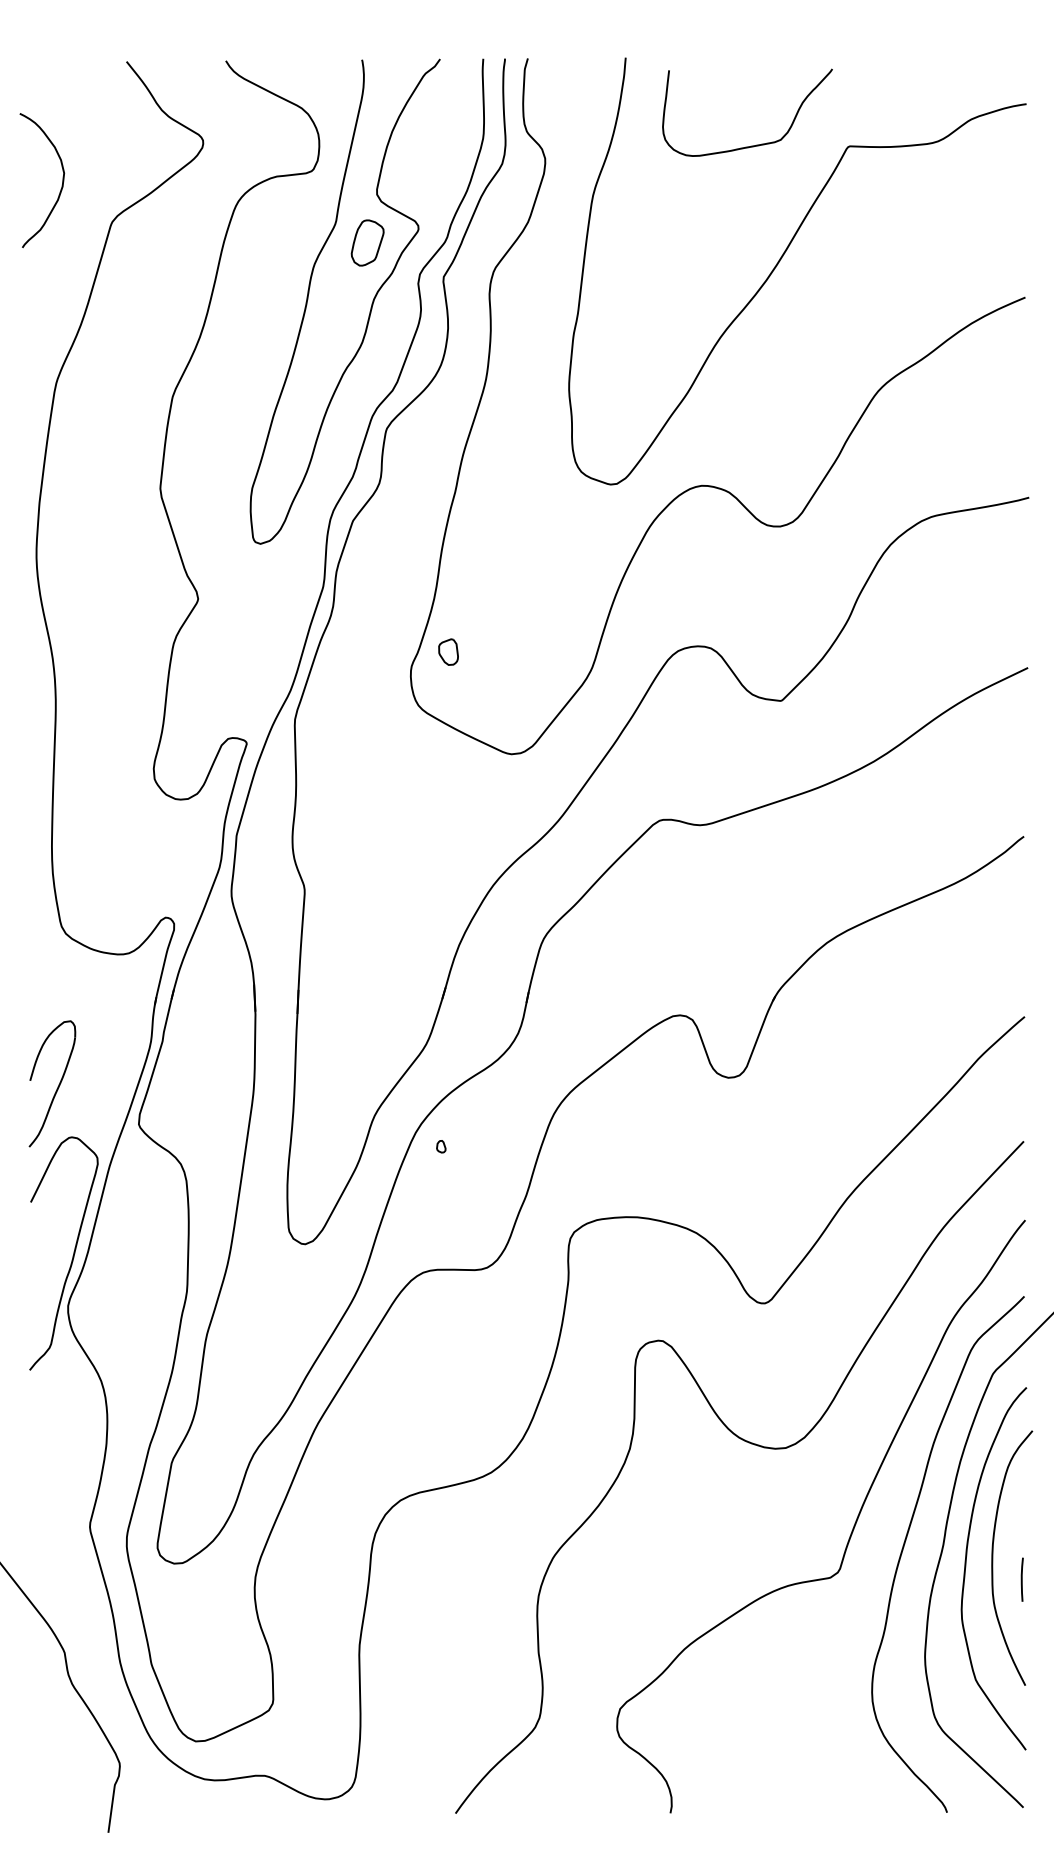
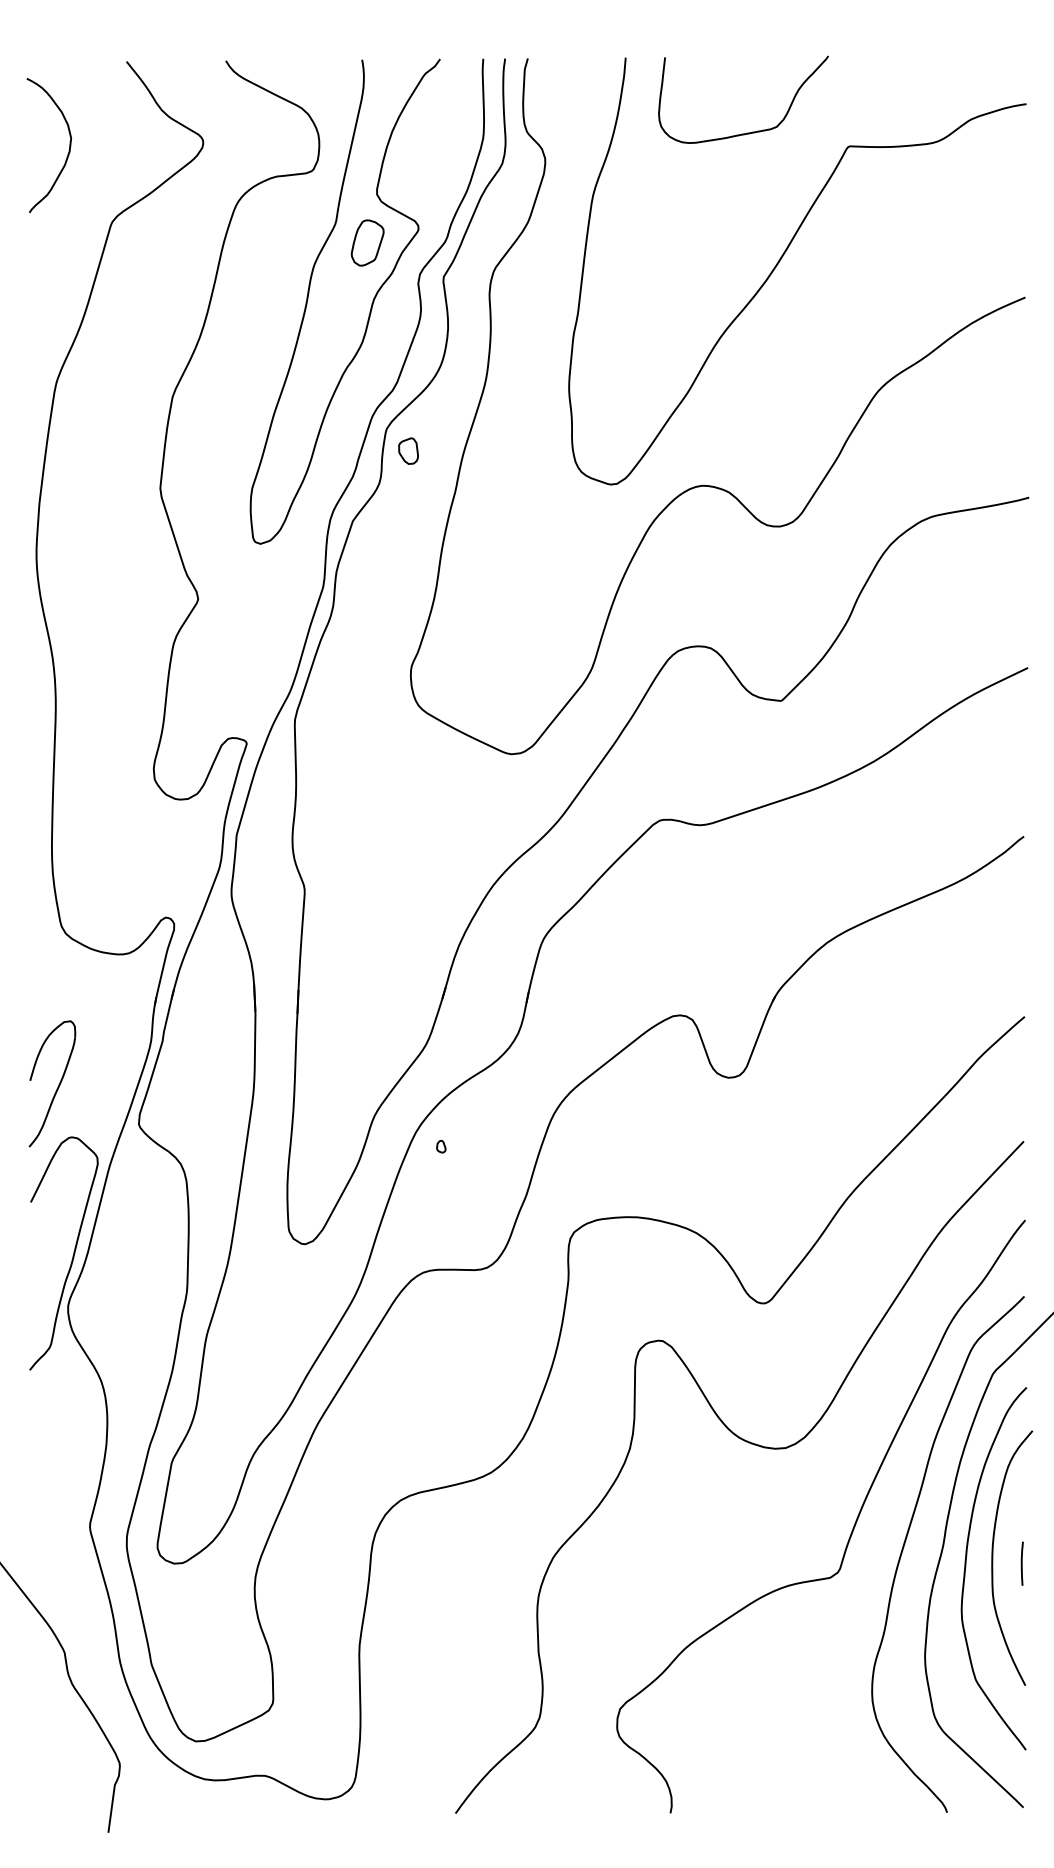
curve at (756, 144) position: (756, 144) -> (752, 131)
curve at (61, 185) position: (61, 185) -> (68, 150)
part at (448, 651) position: (448, 651) -> (408, 450)
line at (1021, 1579) position: (1021, 1579) -> (1021, 1563)
